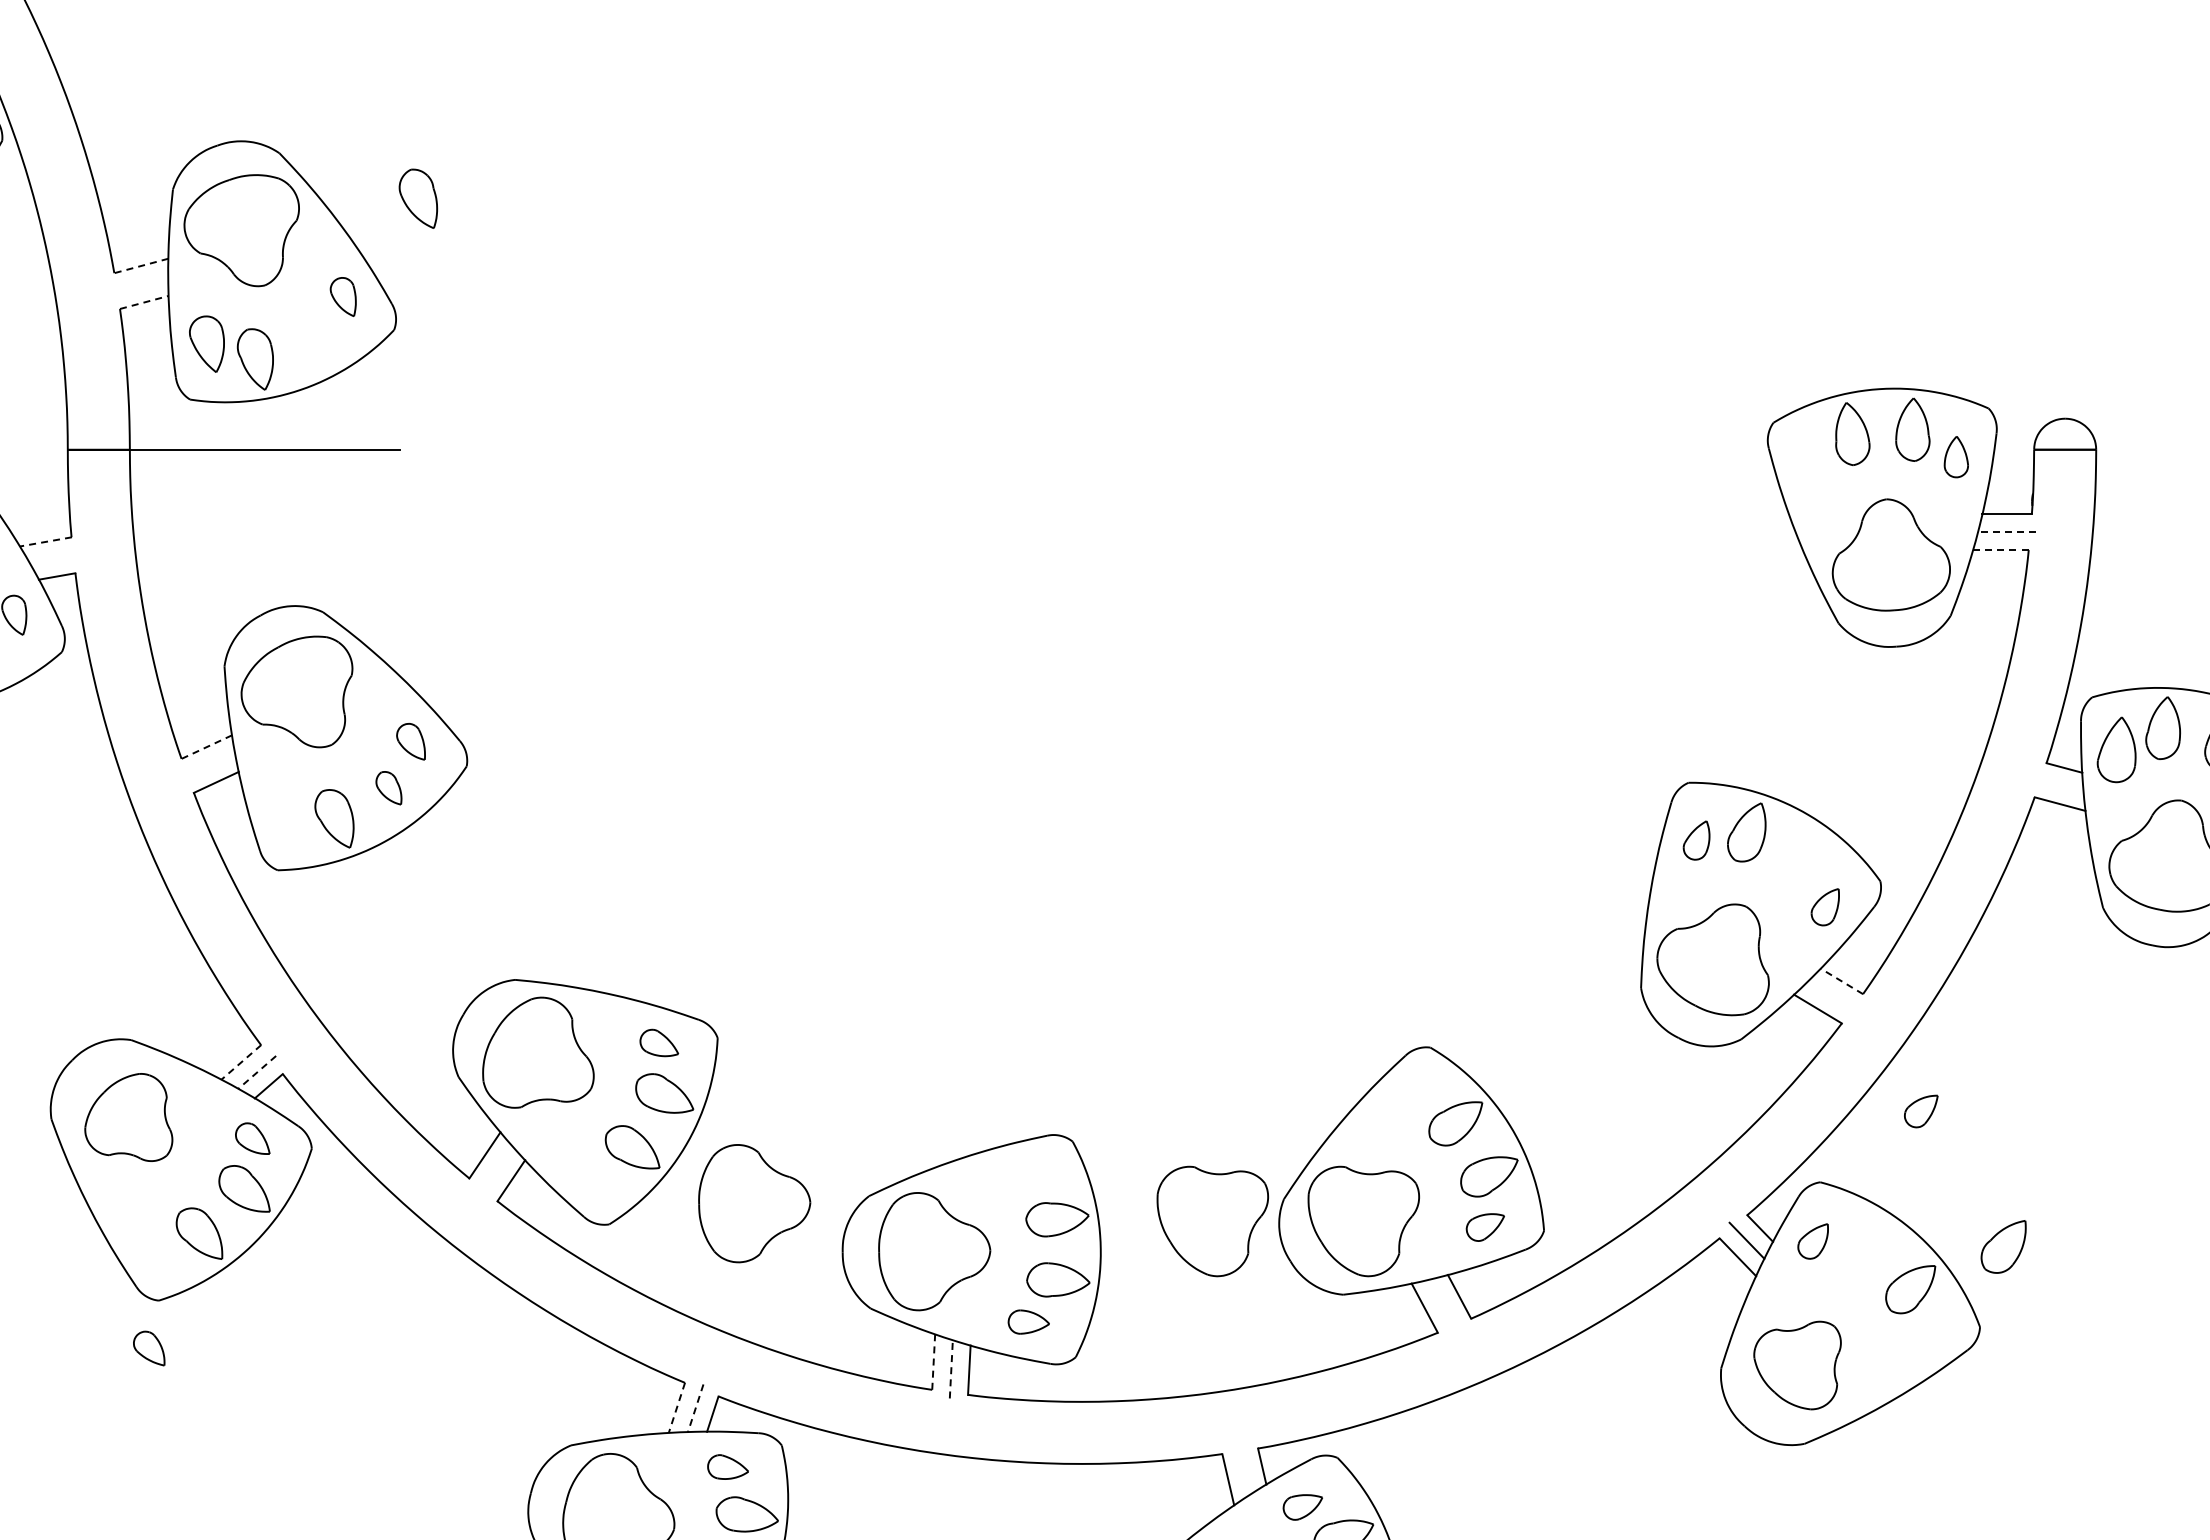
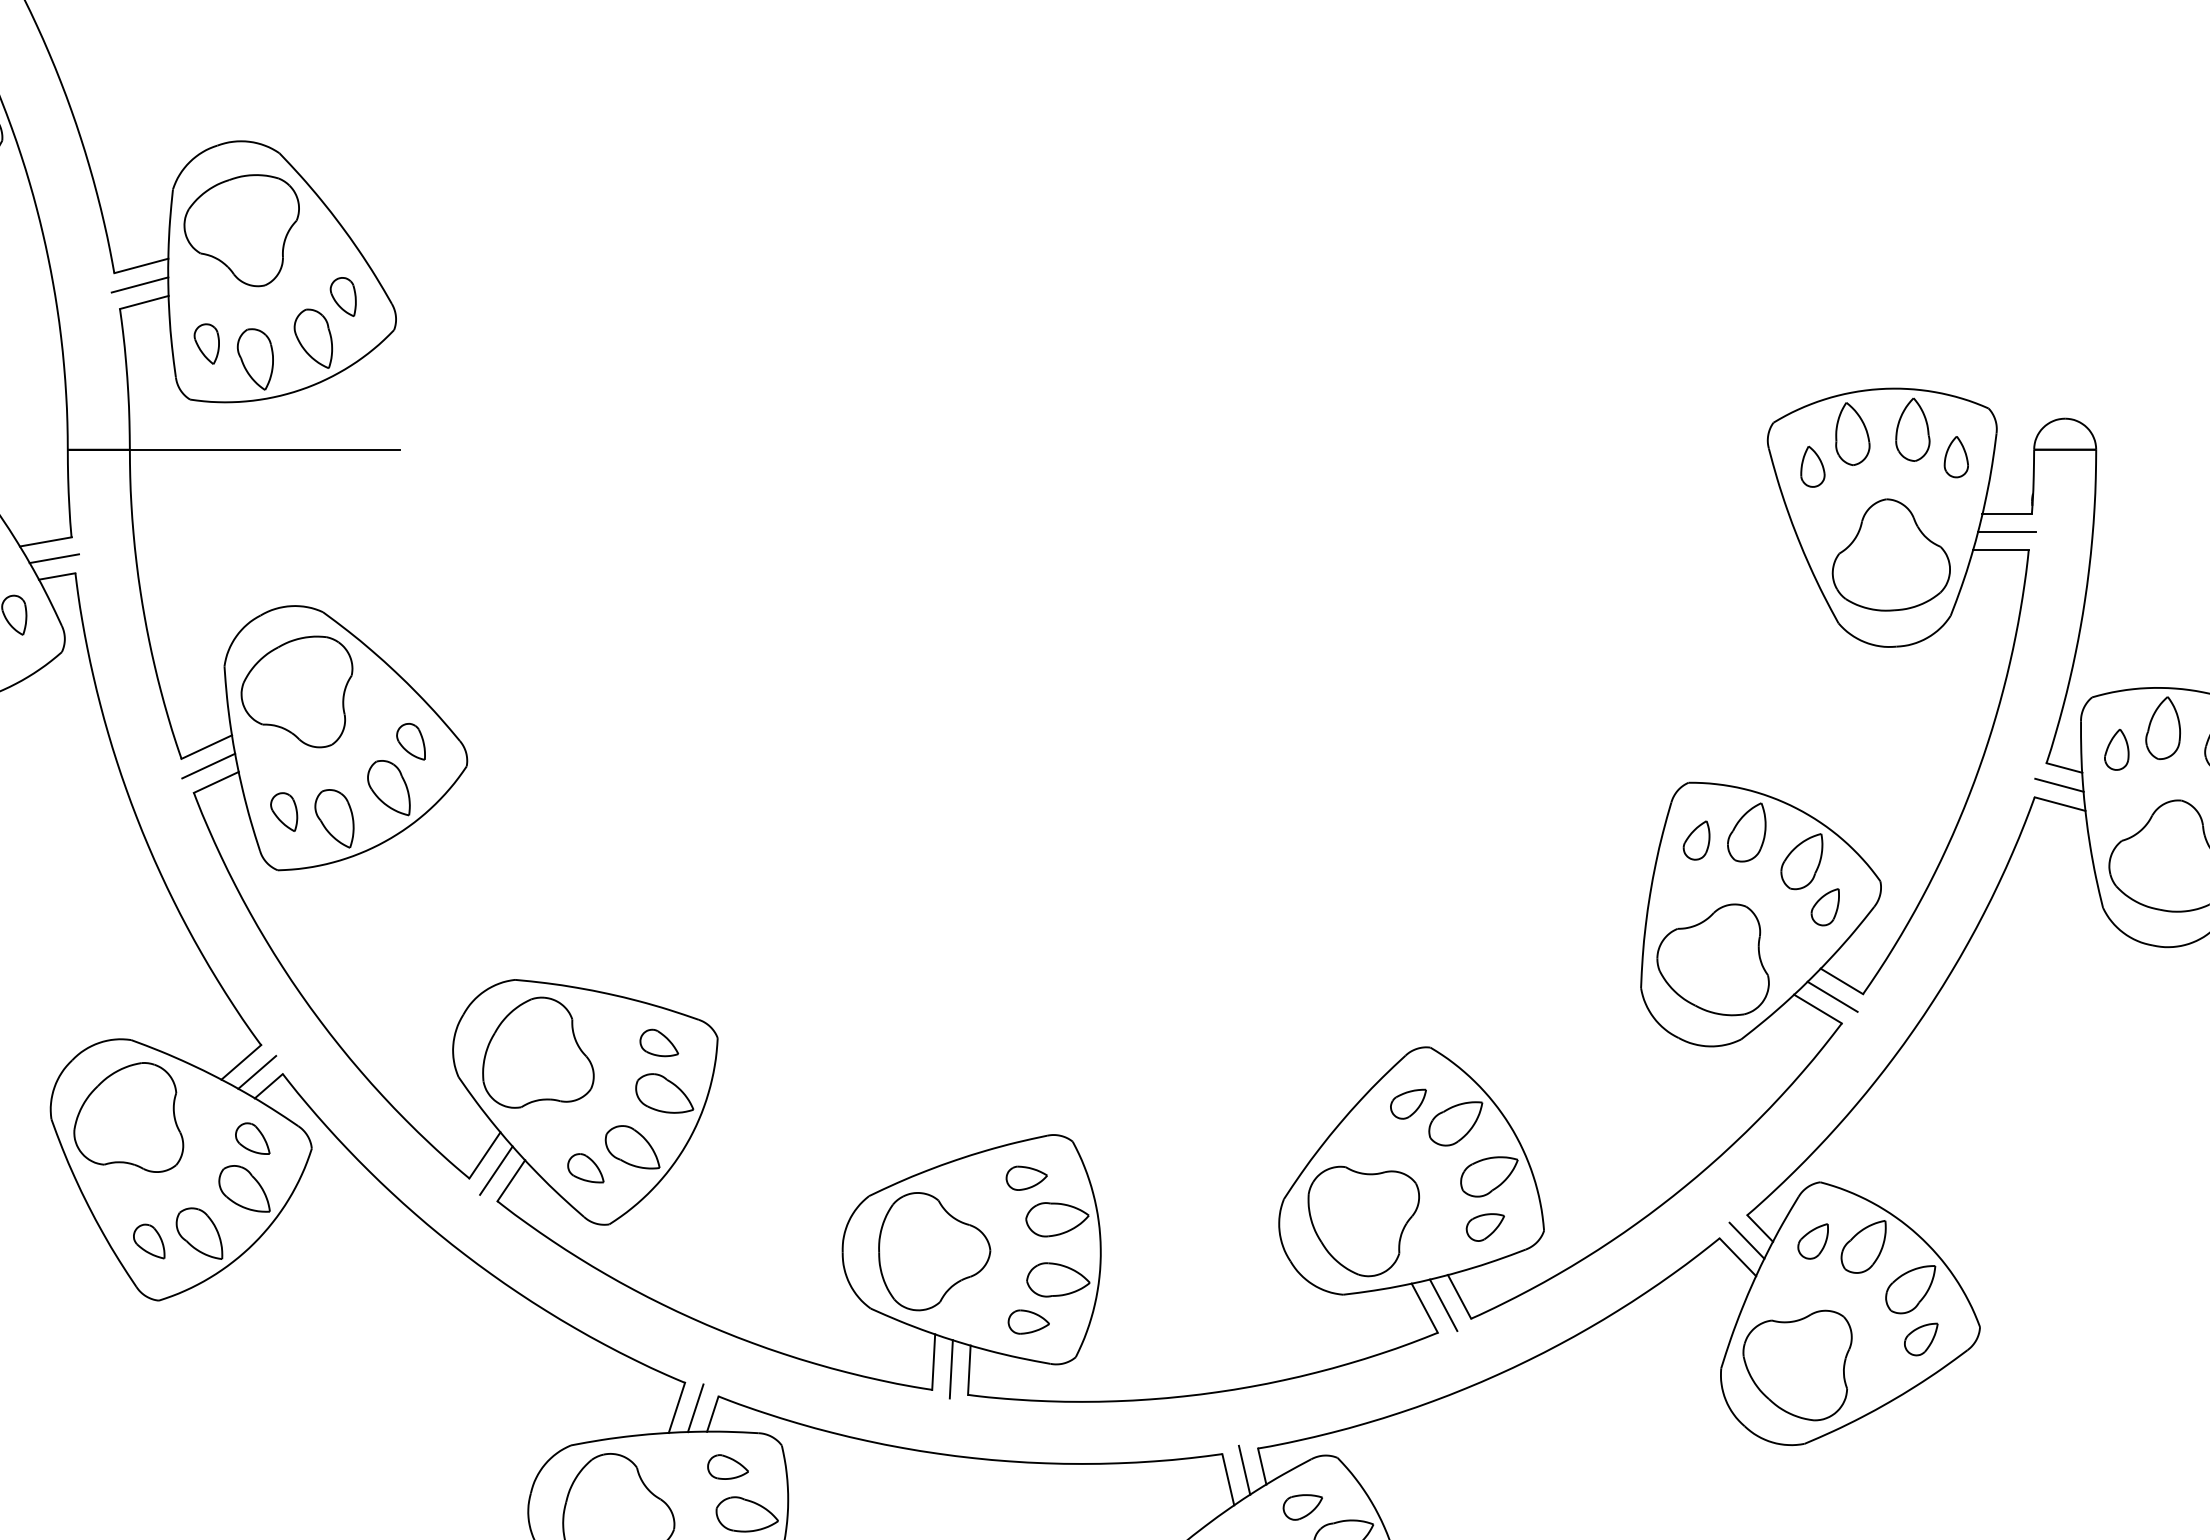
part at (418, 198) position: (418, 198) -> (313, 338)
line at (141, 265): dashed -> solid
line at (139, 284): none -> present
line at (144, 302): dashed -> solid
part at (206, 343) size: 36x58 px -> 27x42 px
part at (1812, 466): none -> present
line at (2006, 532): dashed -> solid
line at (45, 541): dashed -> solid
line at (2000, 550): dashed -> solid
line at (54, 558): none -> present
line at (206, 747): dashed -> solid
part at (2116, 749) size: 41x68 px -> 26x43 px
line at (208, 765): none -> present
line at (2059, 784): none -> present
part at (388, 788) size: 28x35 px -> 44x57 px
part at (284, 811): none -> present
part at (1801, 861): none -> present
line at (1841, 981): dashed -> solid
line at (1832, 996): none -> present
line at (240, 1062): dashed -> solid
line at (256, 1072): dashed -> solid
part at (1408, 1103): none -> present
part at (1921, 1111) position: (1921, 1111) -> (1921, 1339)
part at (128, 1117) size: 90x89 px -> 112x111 px
part at (585, 1168): none -> present
line at (496, 1170): none -> present
part at (1026, 1177): none -> present
part at (754, 1203): present -> none
part at (1212, 1221): present -> none
part at (2003, 1246) position: (2003, 1246) -> (1863, 1246)
line at (1443, 1305): none -> present
part at (149, 1348) position: (149, 1348) -> (149, 1241)
line at (933, 1362): dashed -> solid
part at (1797, 1365) size: 89x91 px -> 111x113 px
line at (951, 1368): dashed -> solid
line at (676, 1408): dashed -> solid
line at (695, 1408): dashed -> solid
line at (1244, 1469): none -> present
